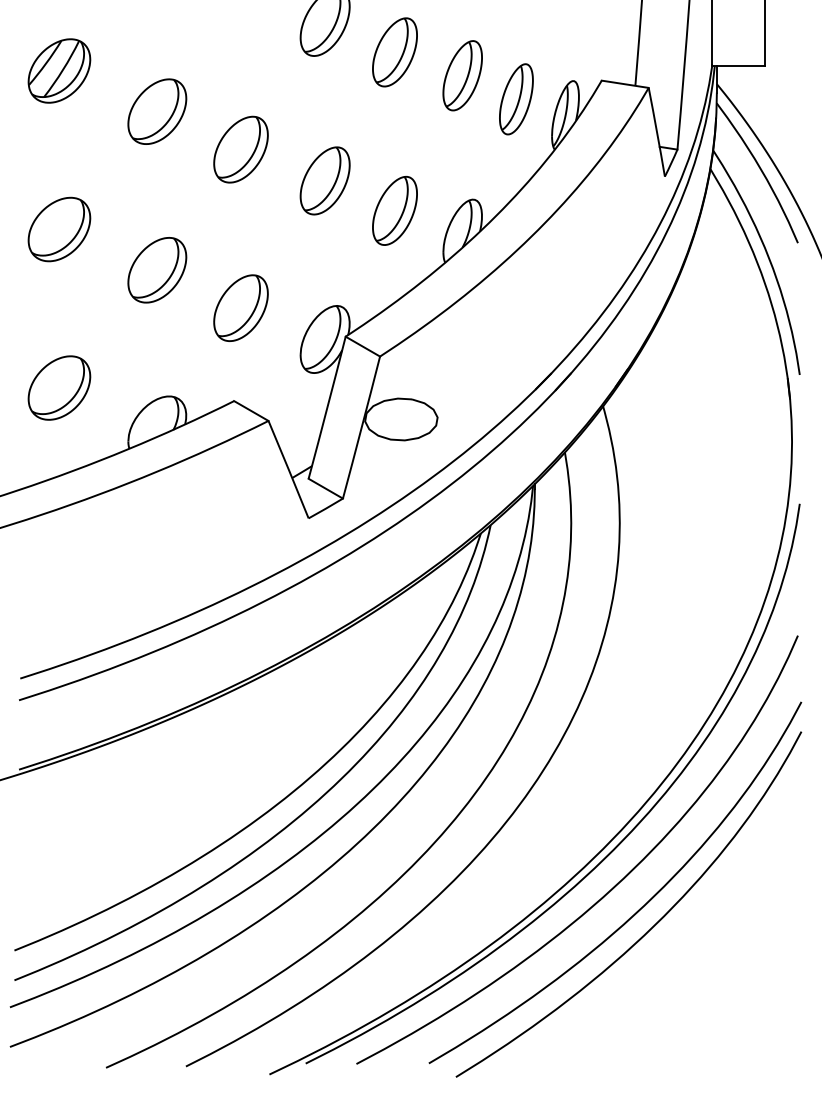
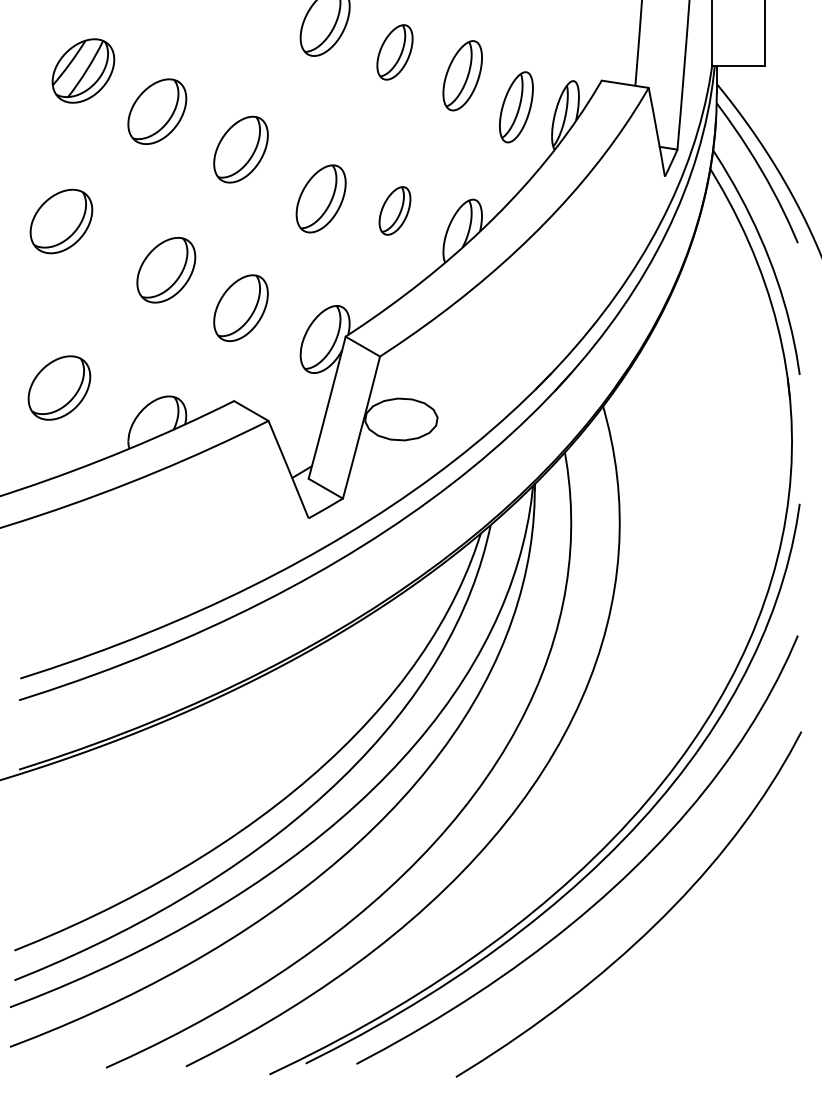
part at (394, 52) size: 46x71 px -> 38x57 px
part at (59, 70) position: (59, 70) -> (83, 70)
part at (516, 99) position: (516, 99) -> (516, 107)
part at (324, 180) position: (324, 180) -> (320, 198)
part at (394, 210) size: 46x70 px -> 34x50 px
part at (59, 229) position: (59, 229) -> (61, 221)
part at (157, 270) position: (157, 270) -> (166, 270)
curve at (640, 907): present -> none
